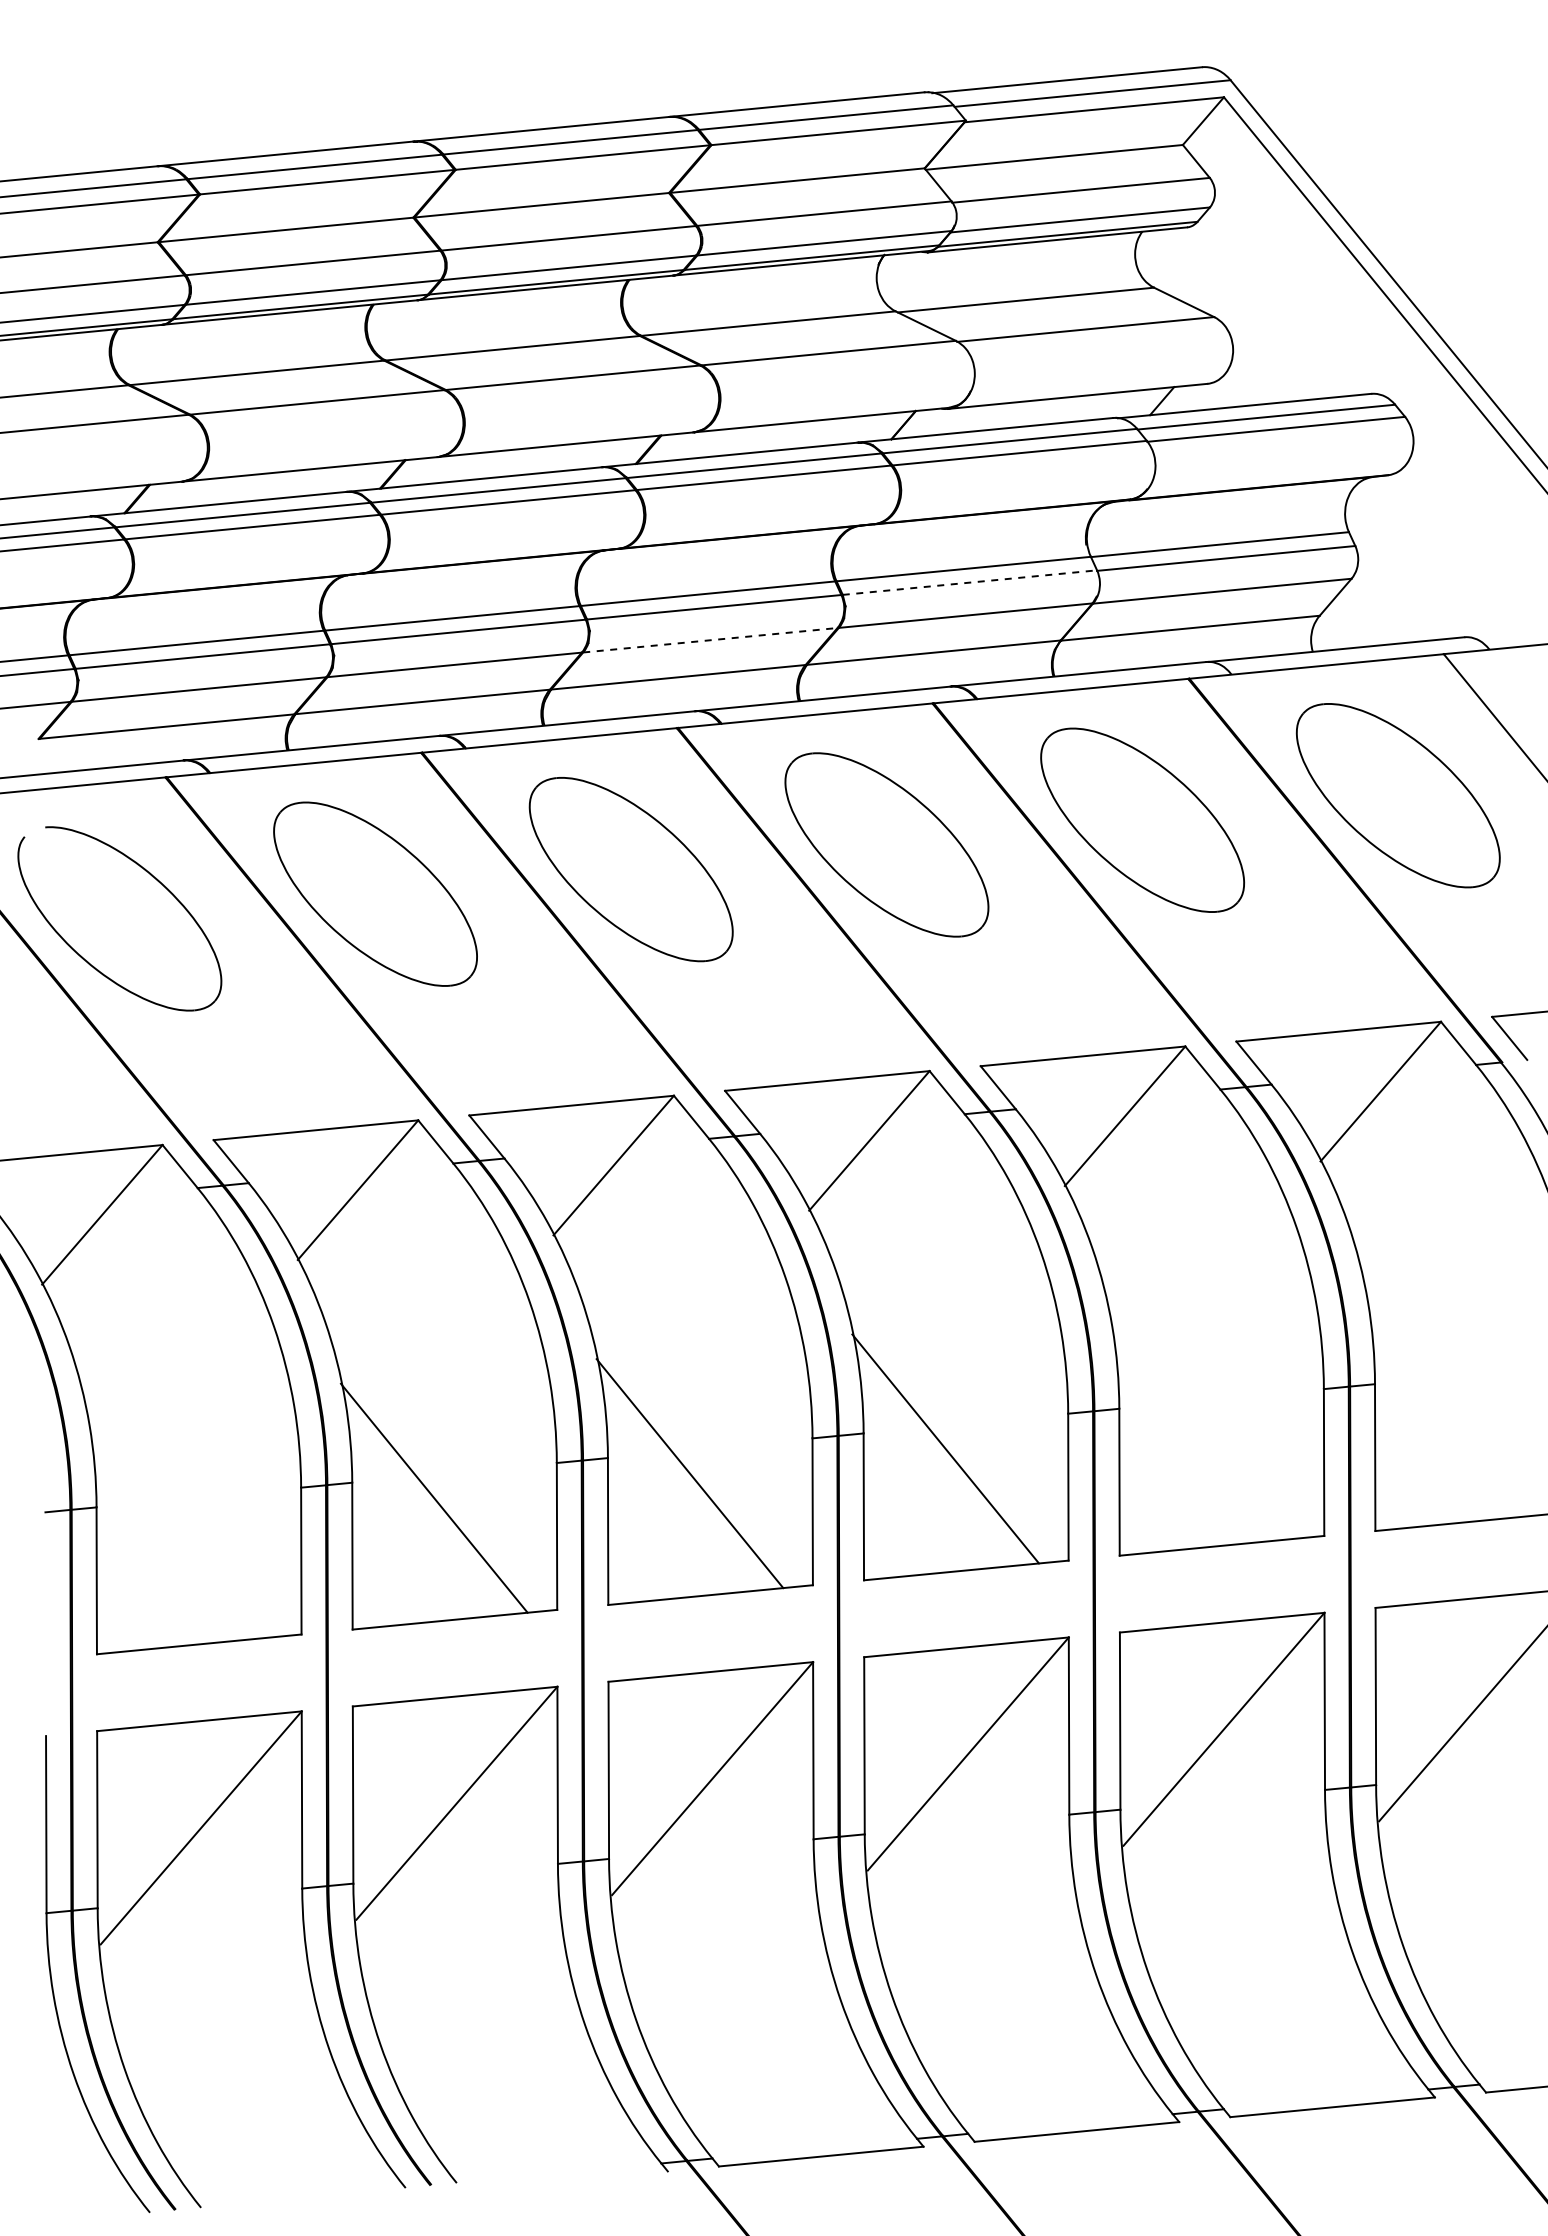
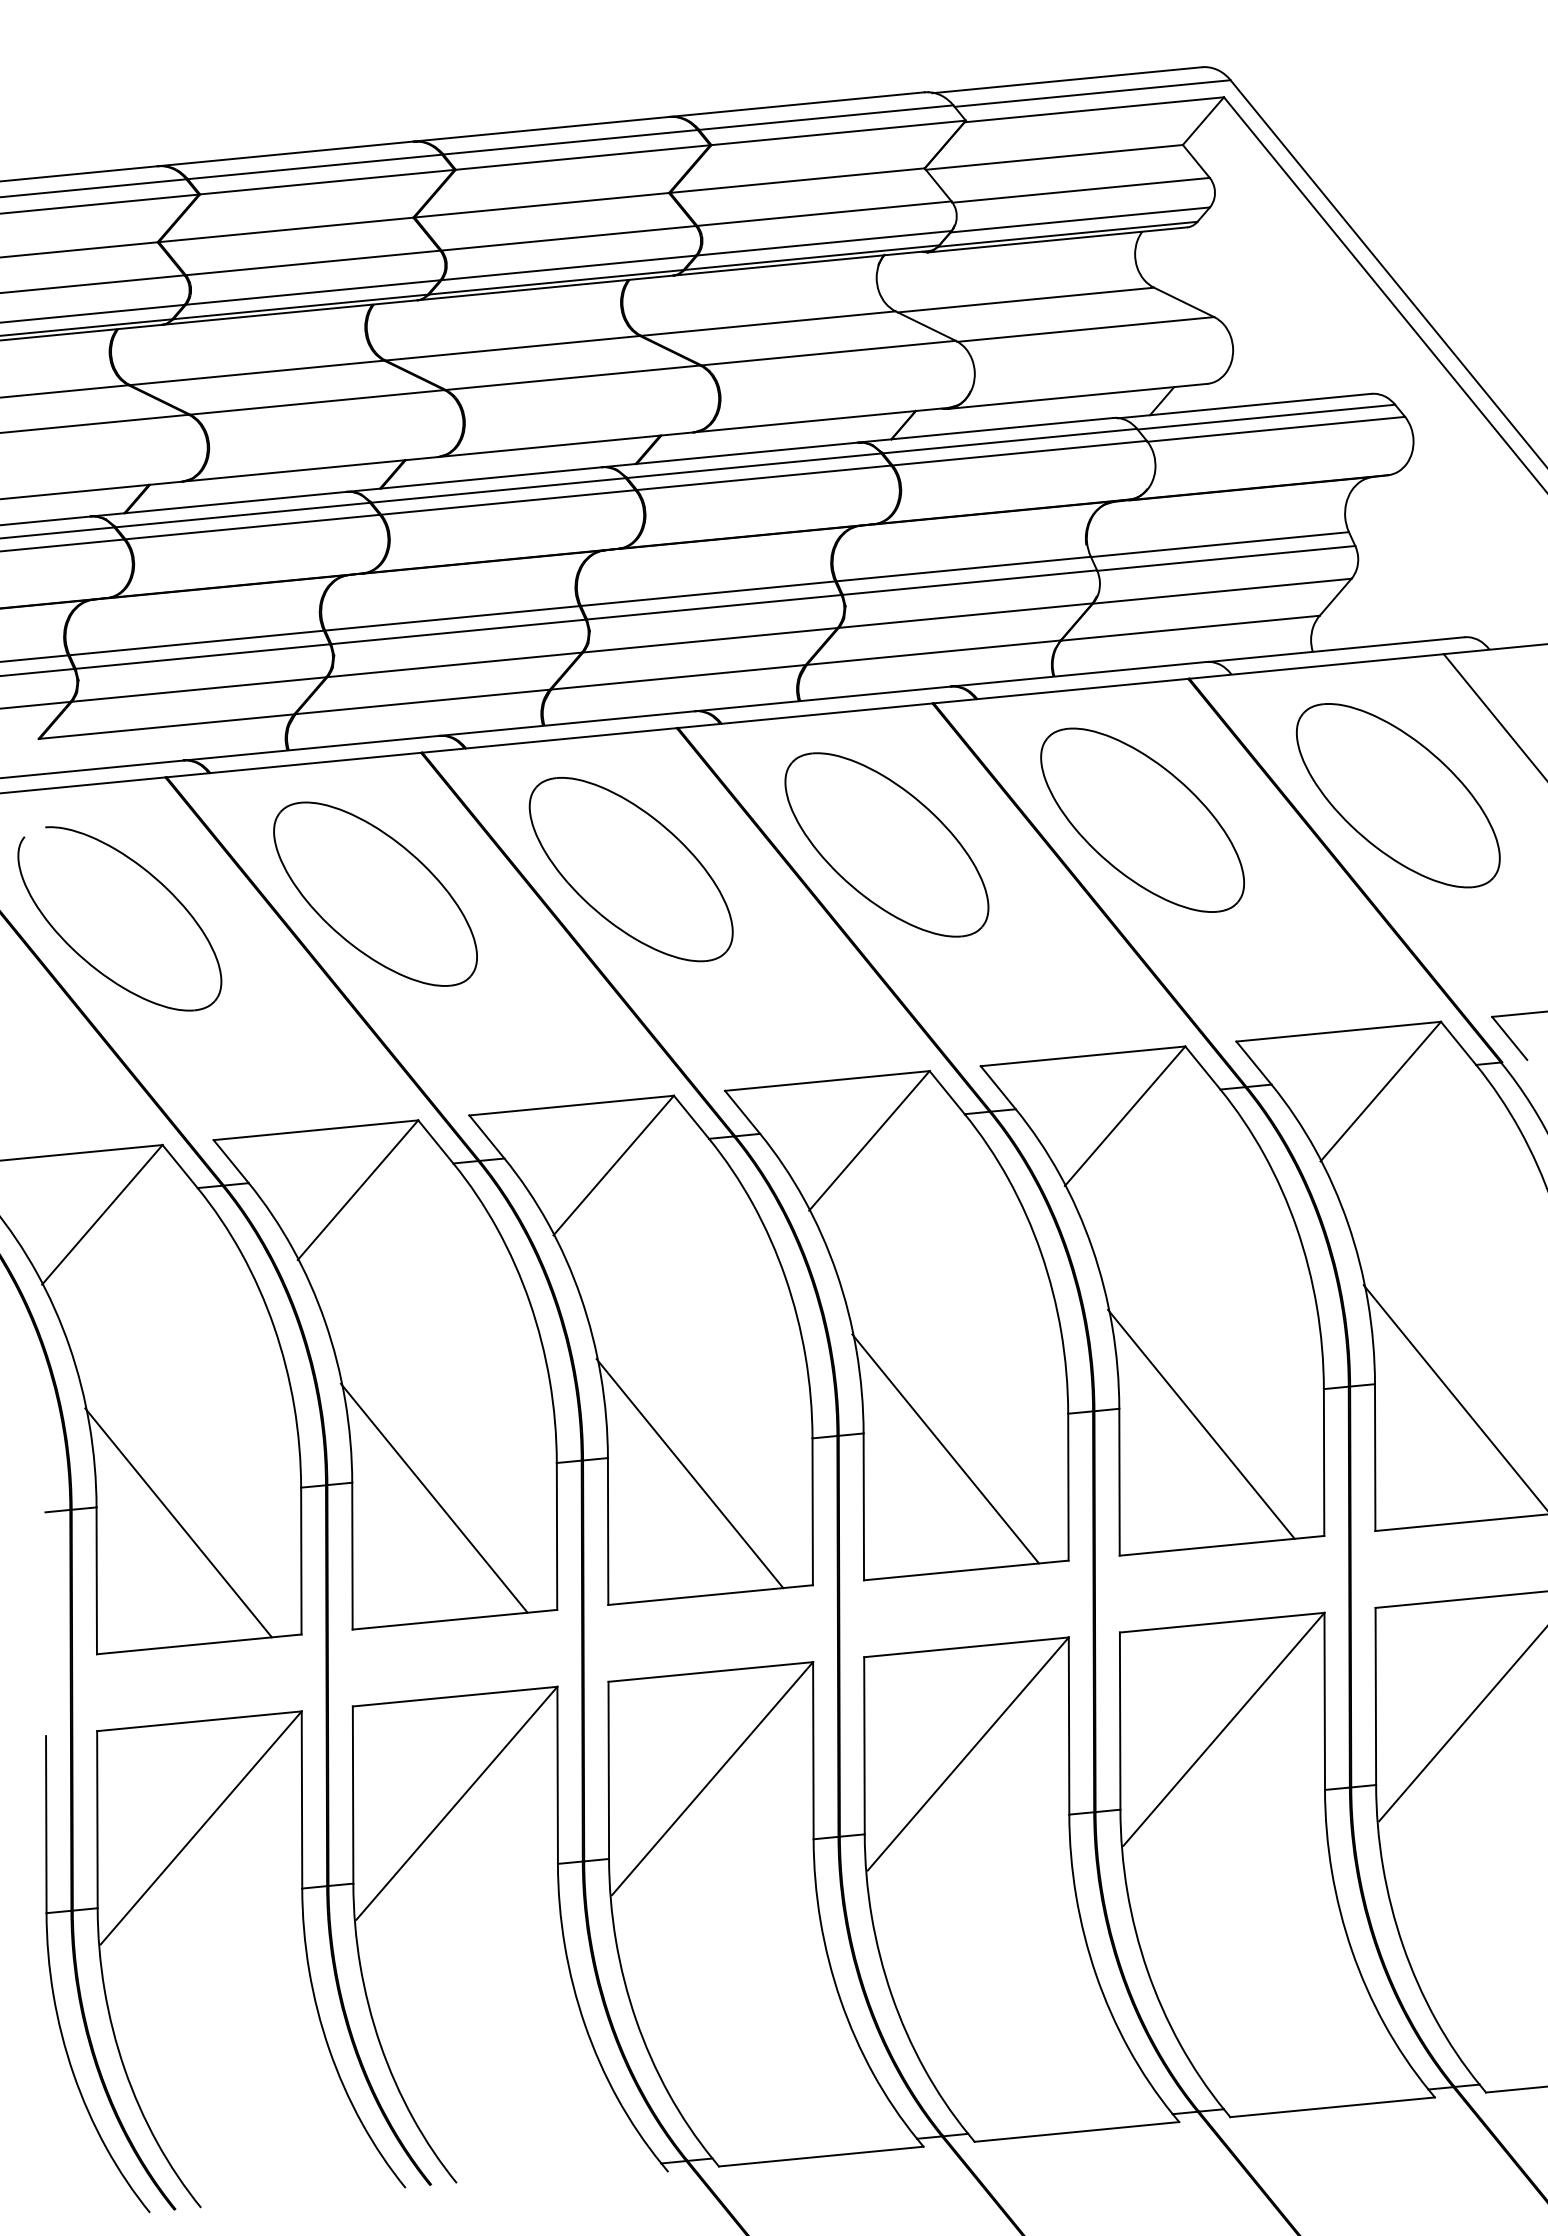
line at (969, 582): dashed -> solid
line at (710, 640): dashed -> solid
line at (1453, 1396): none -> present
line at (1201, 1423): none -> present
line at (178, 1522): none -> present
